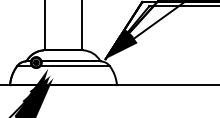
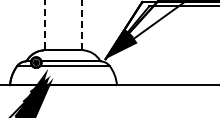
line at (45, 25): solid -> dashed
line at (81, 25): solid -> dashed
